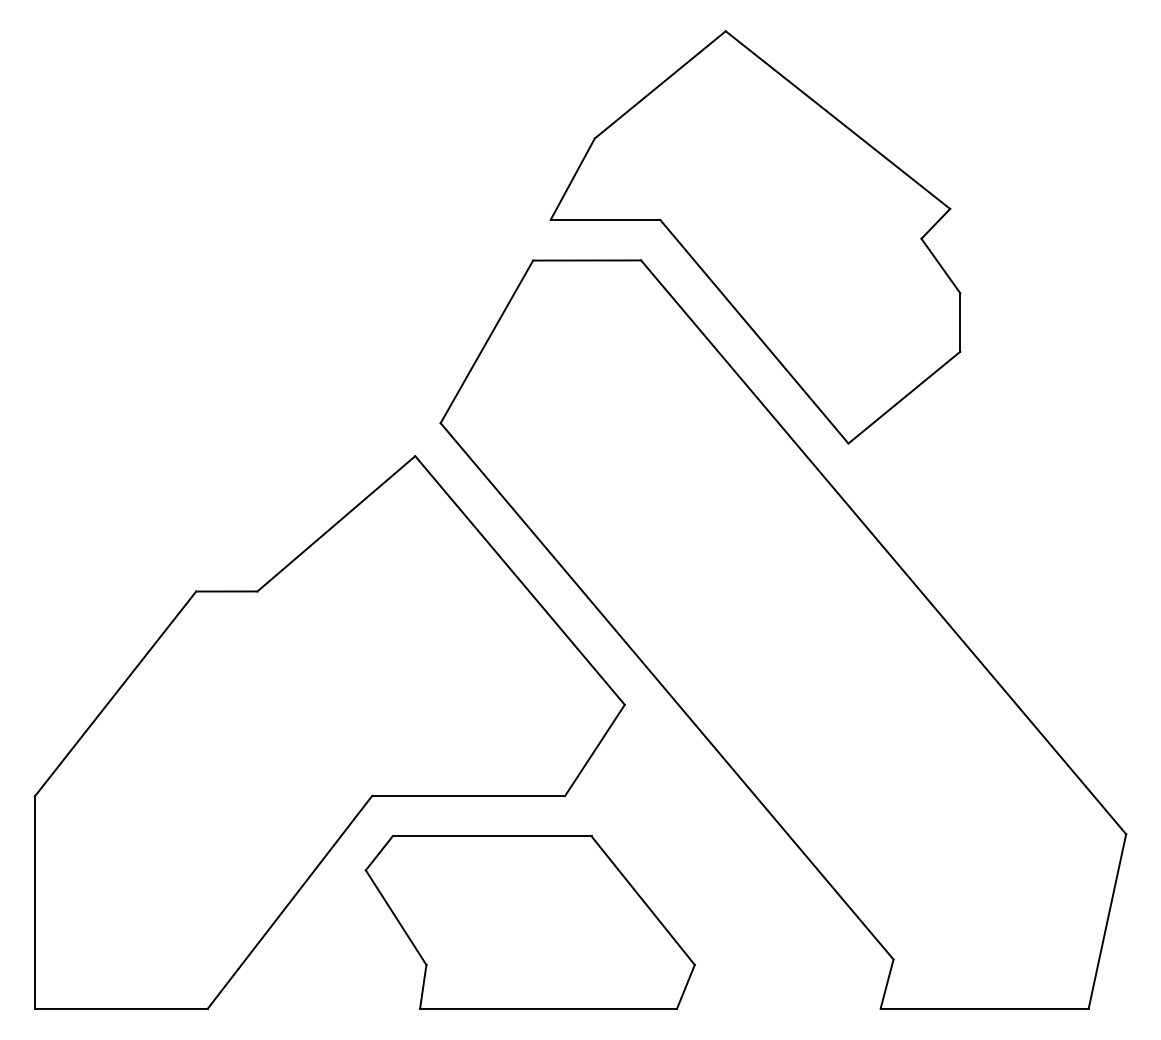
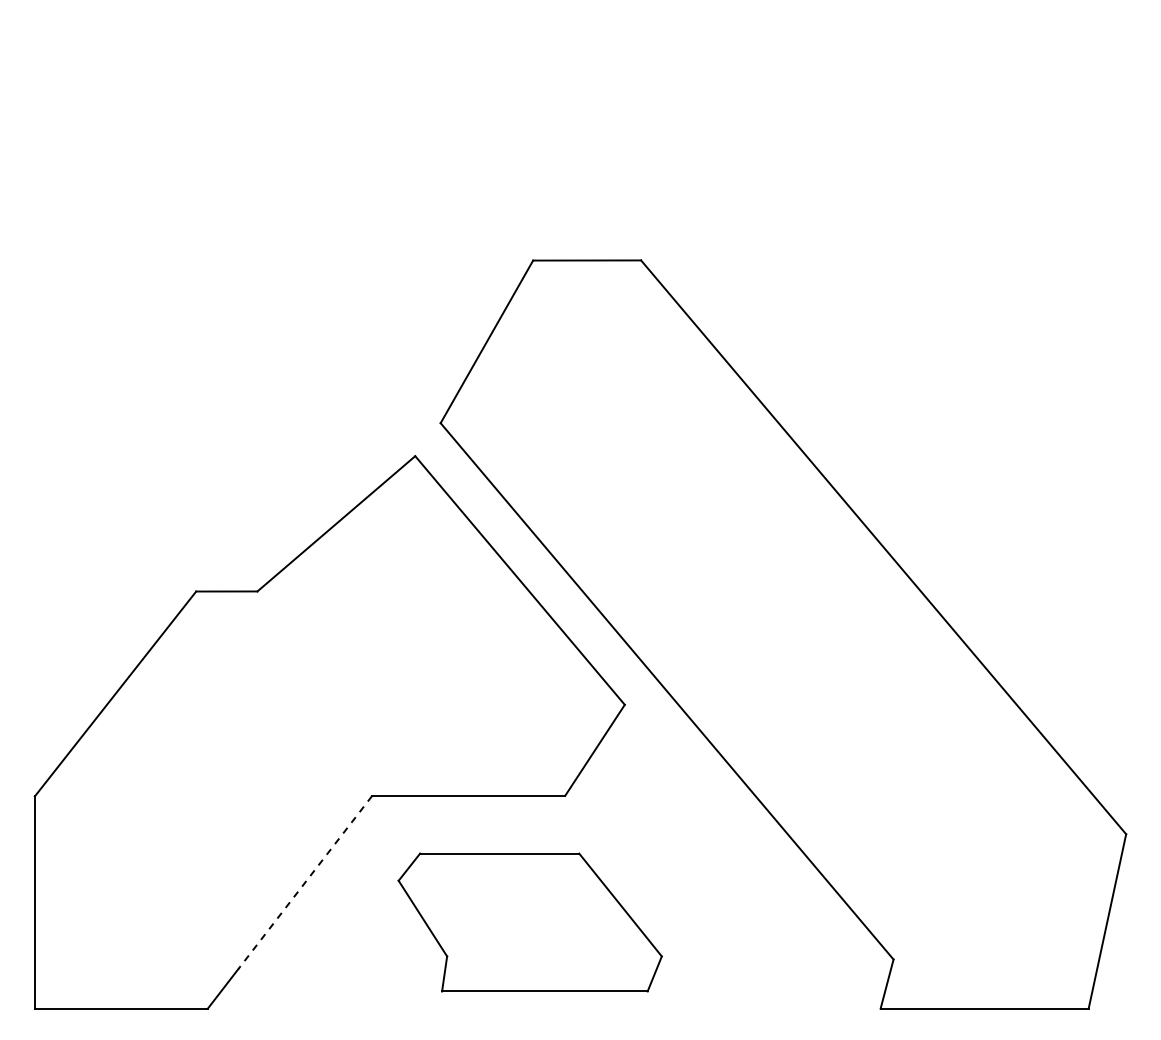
part at (755, 237): present -> none
line at (305, 882): solid -> dashed
part at (529, 922) size: 332x175 px -> 266x141 px
